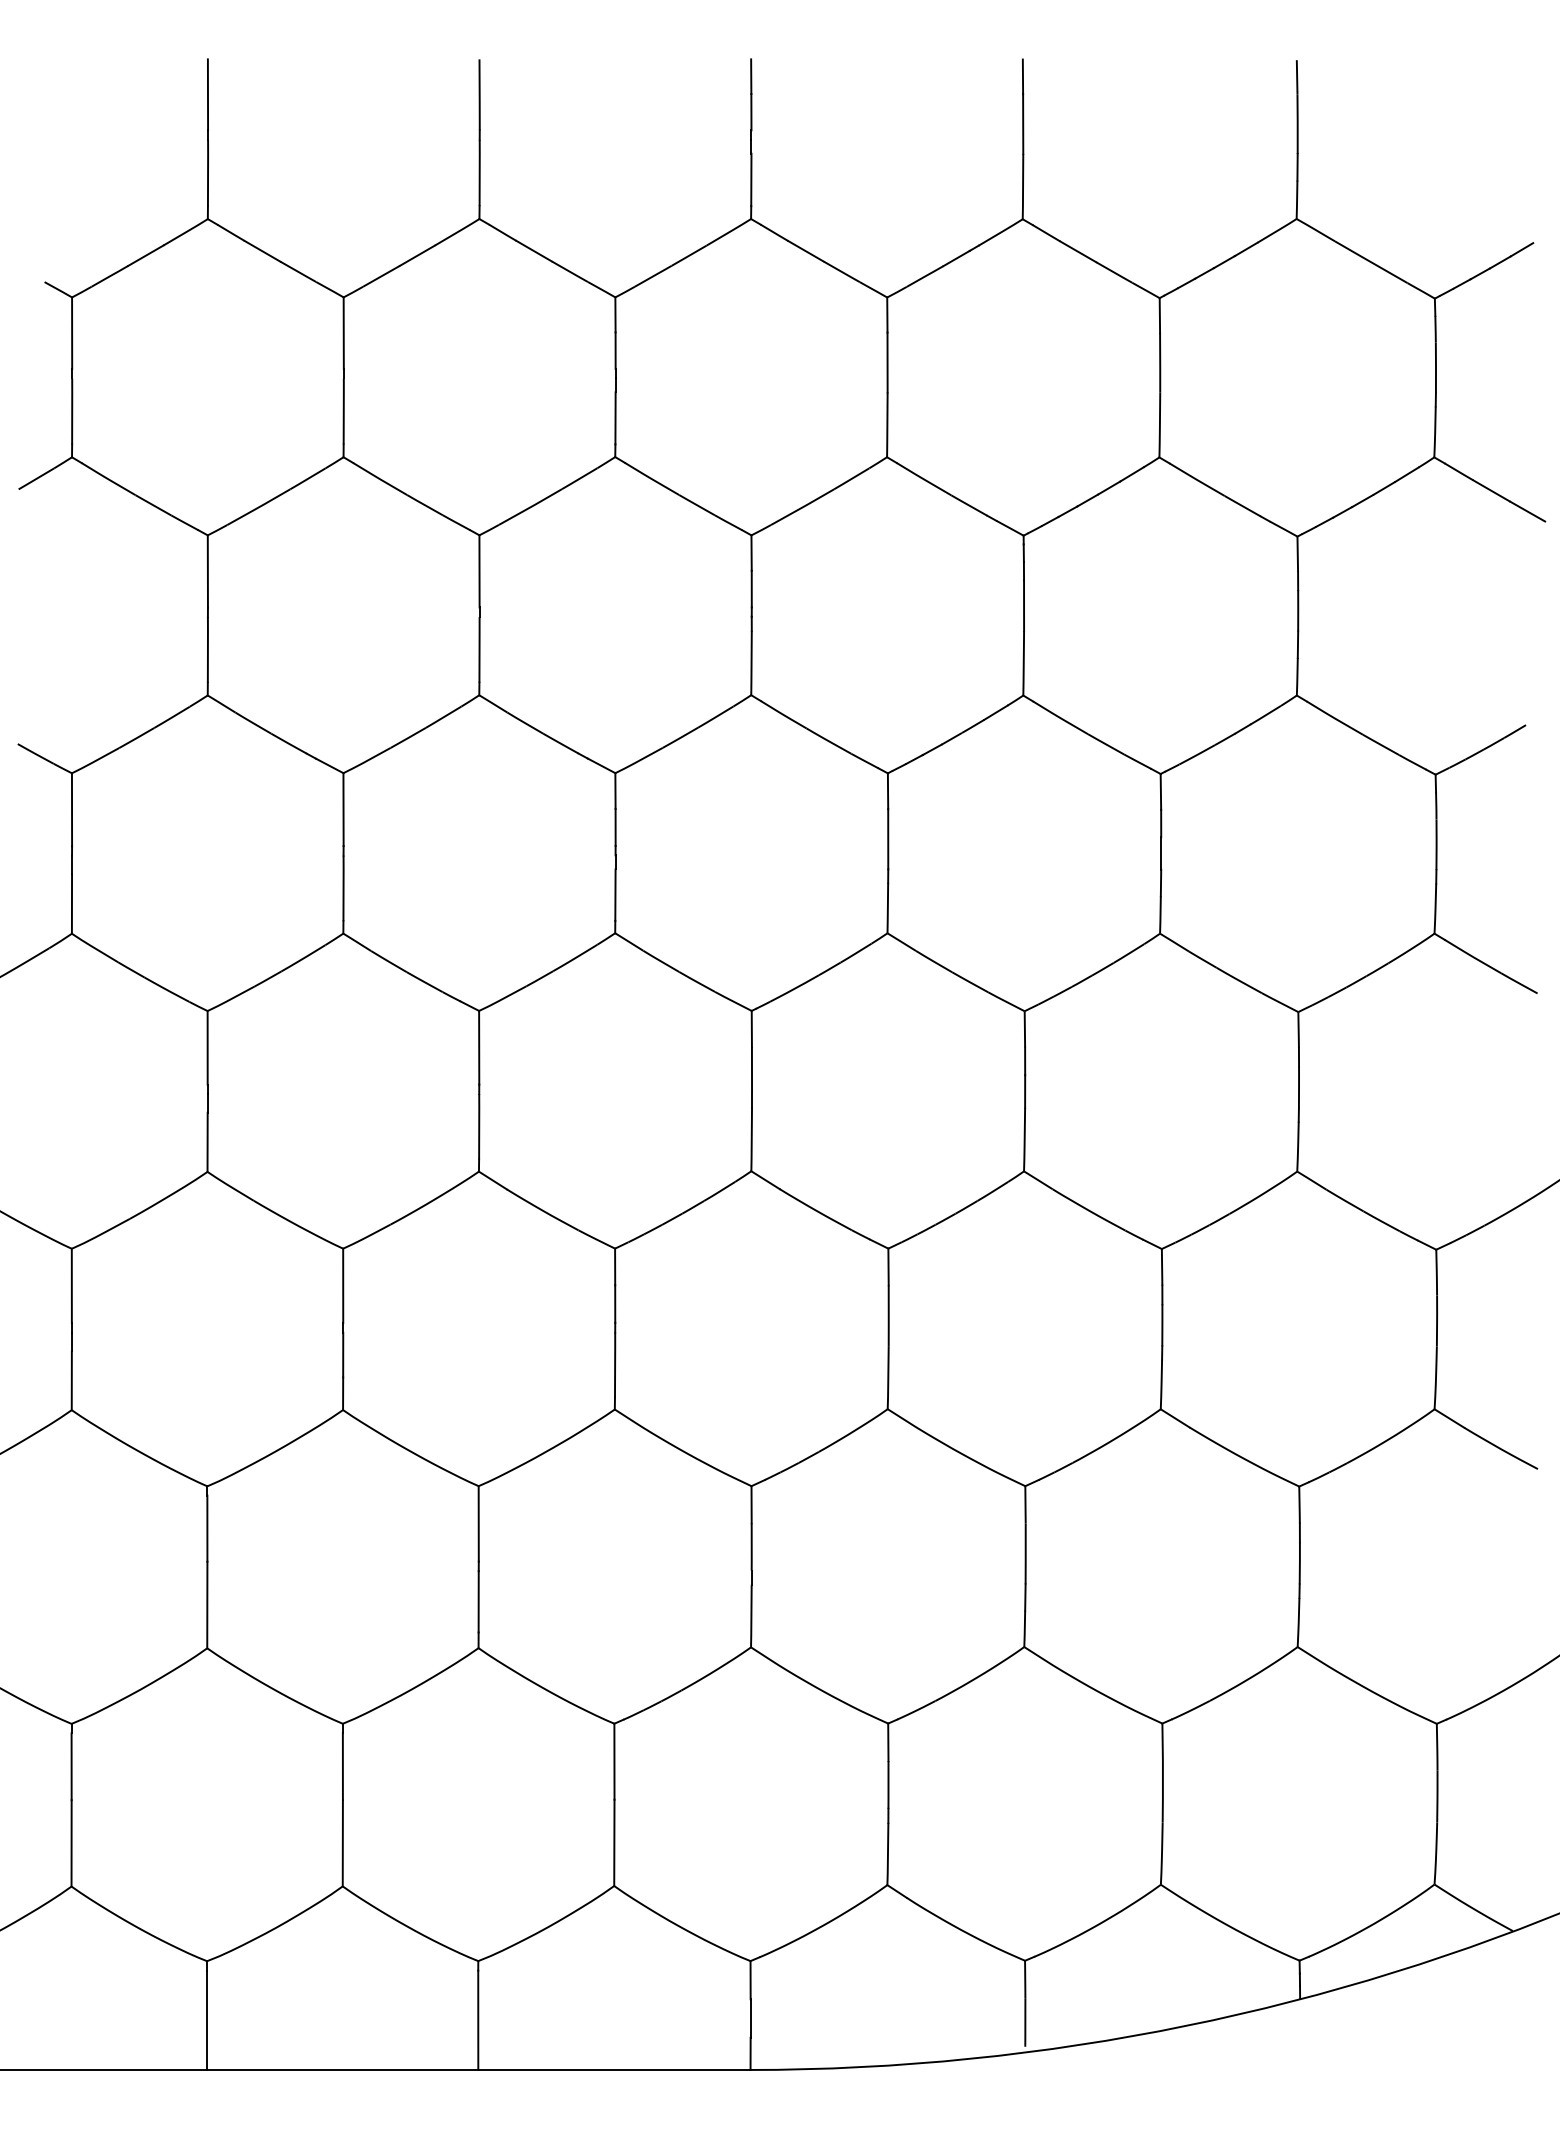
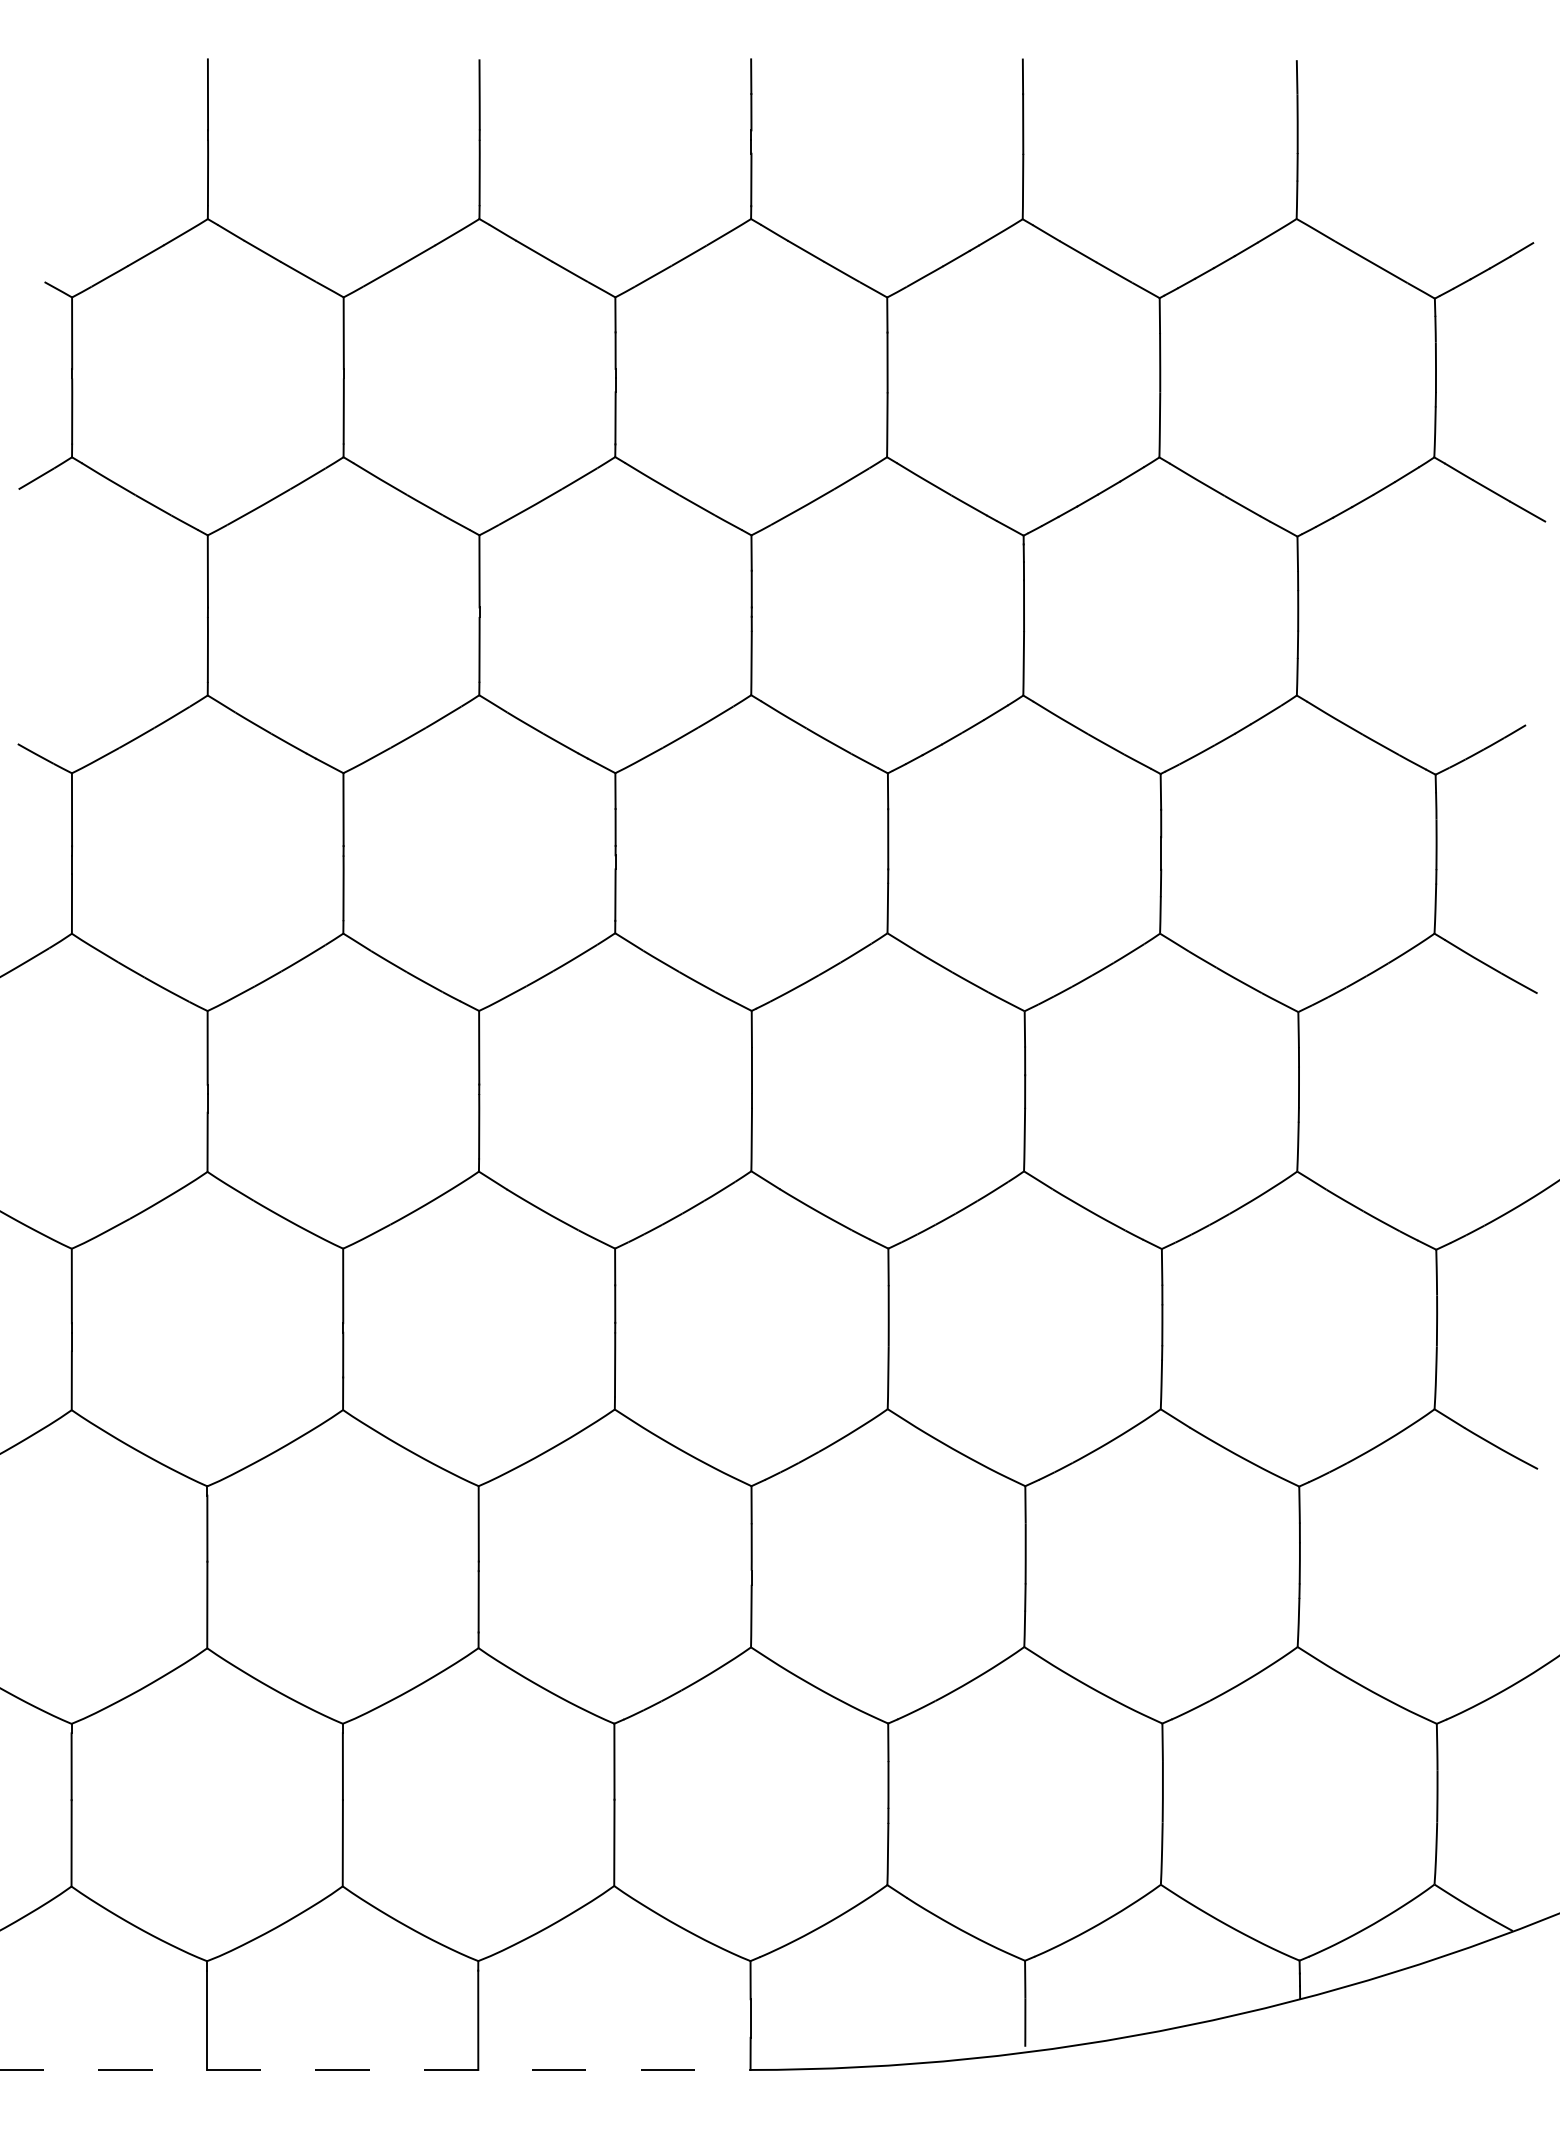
line at (375, 2069): solid -> dashed
